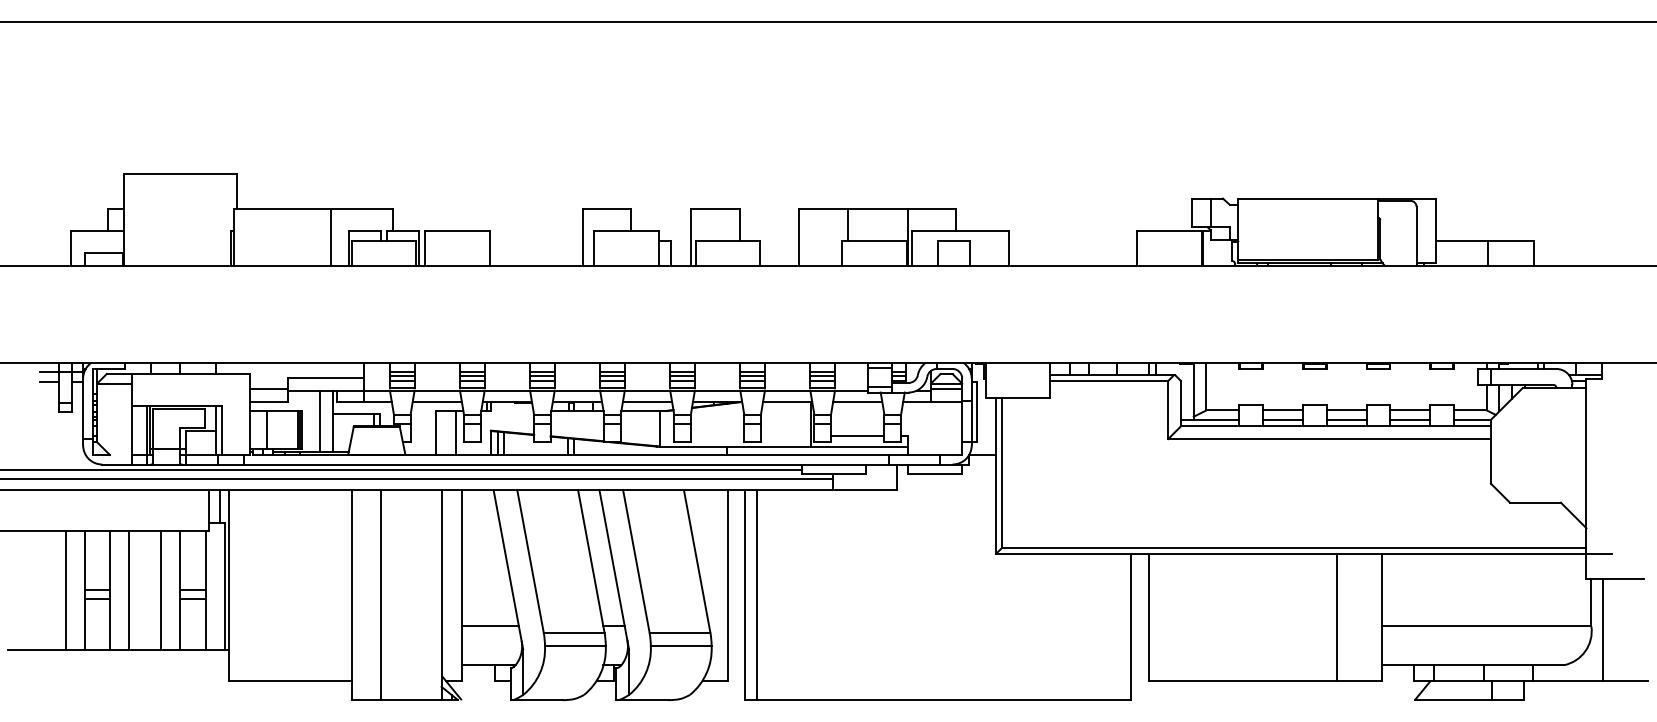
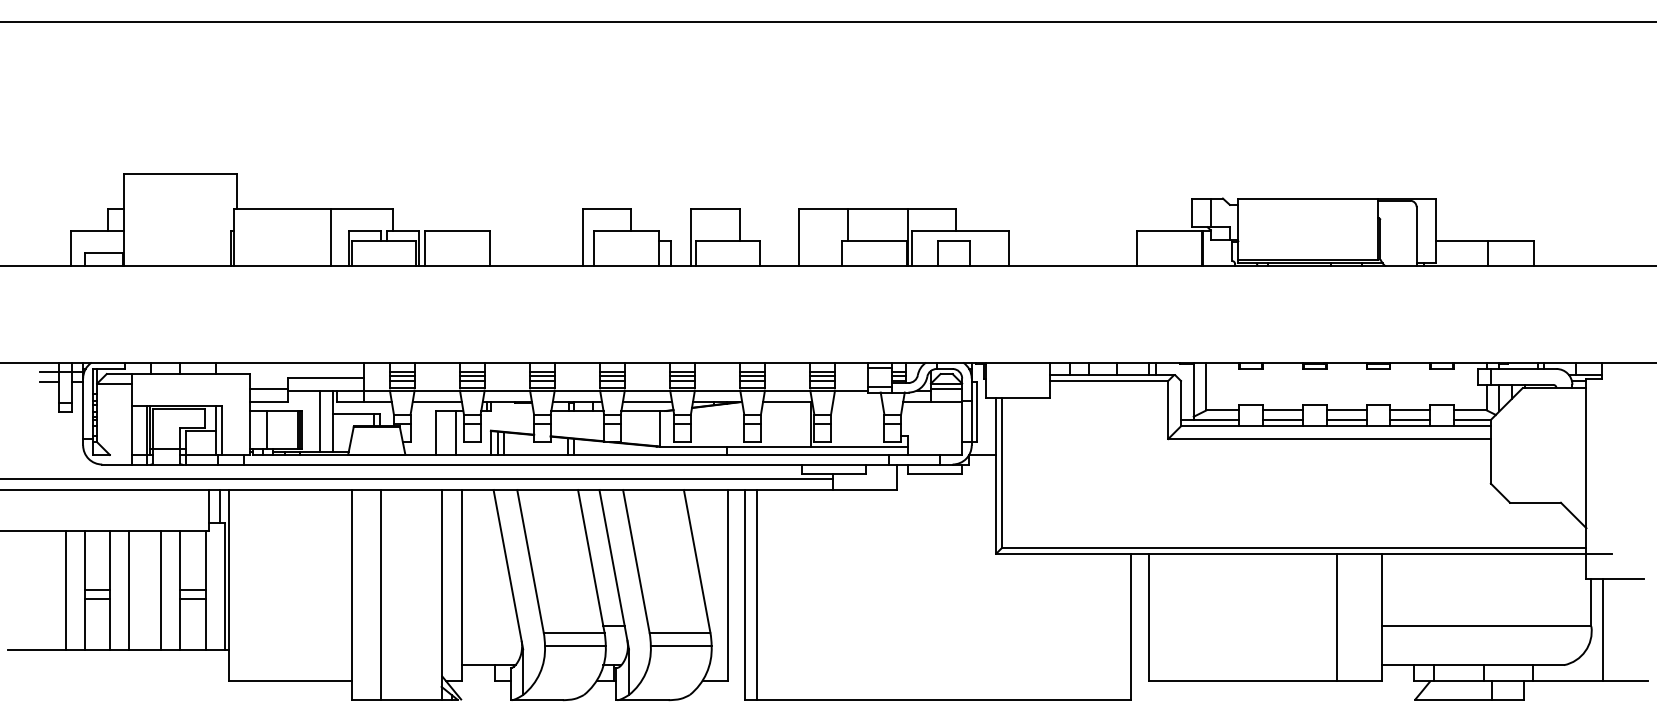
line at (857, 402): present -> none
line at (857, 435): present -> none
line at (402, 469): present -> none
line at (490, 626): present -> none
